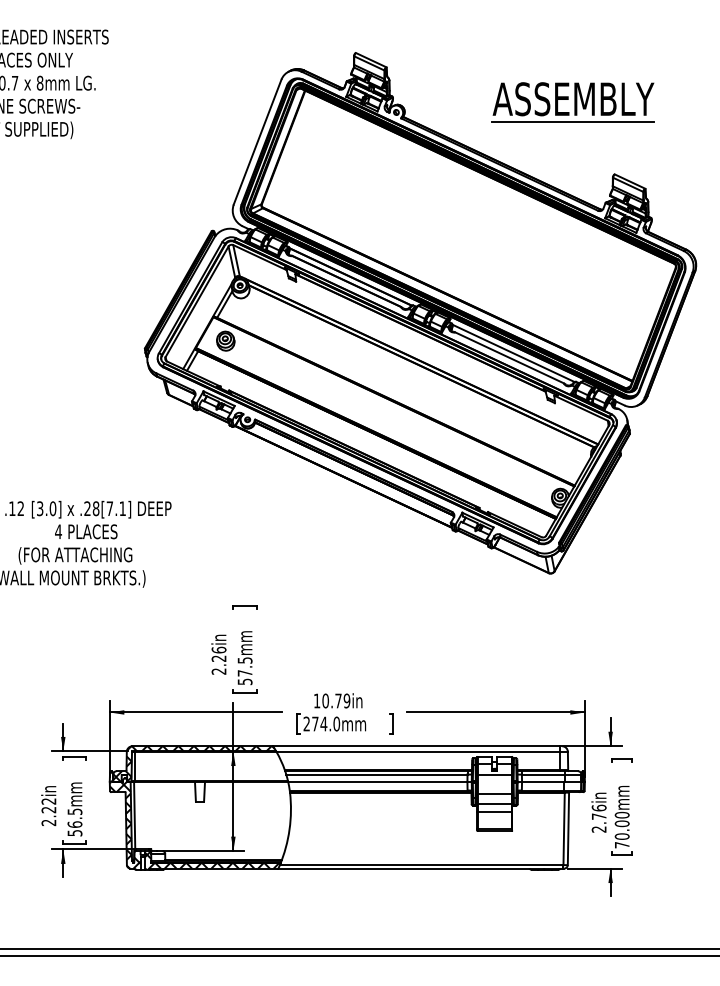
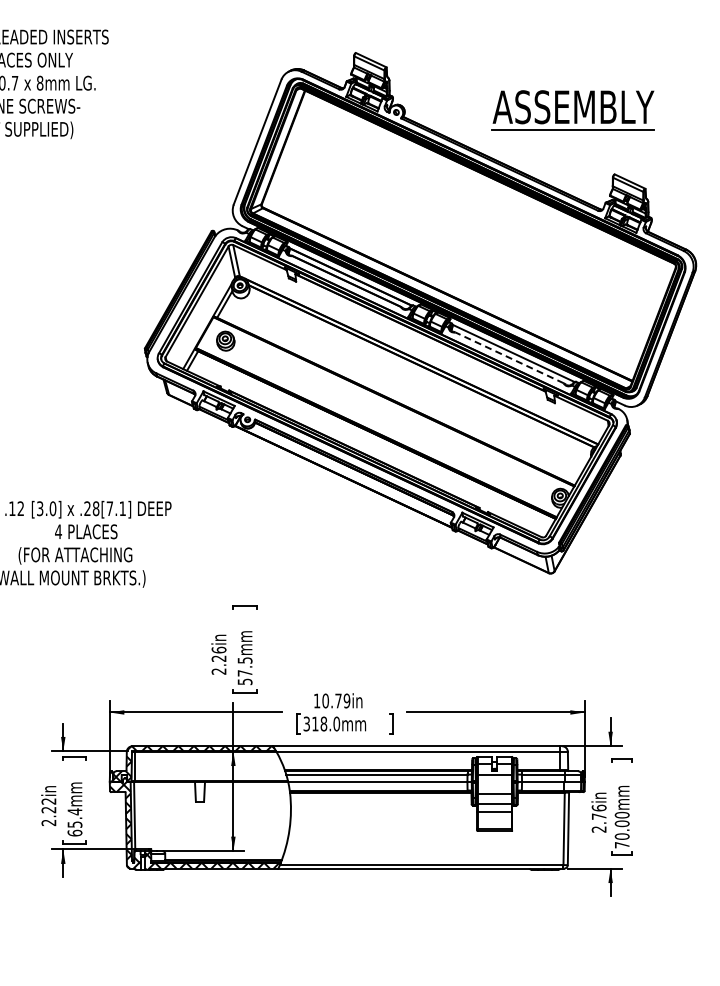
part at (572, 102) position: (572, 102) -> (572, 110)
line at (509, 357): solid -> dashed
text at (315, 723): 274.0mm -> 318.0mm
text at (74, 822): 56.5mm -> 65.4mm
line at (359, 949): present -> none
line at (359, 956): present -> none
